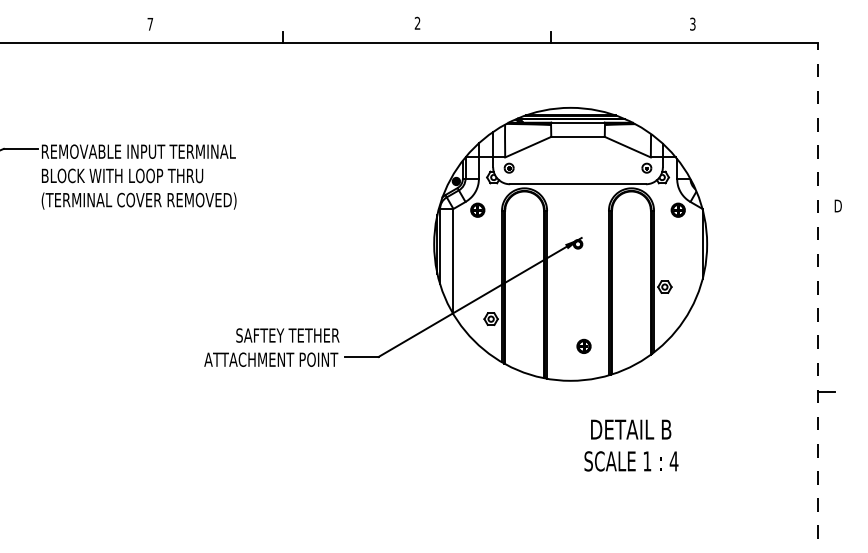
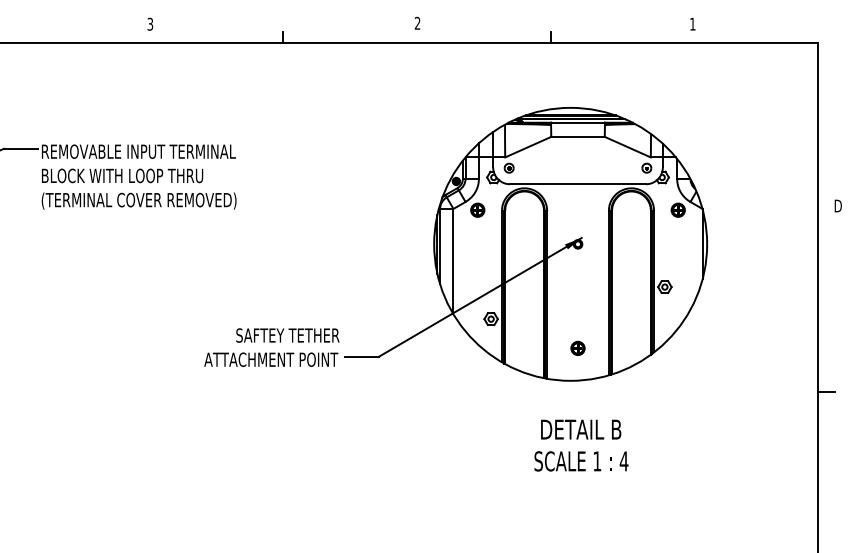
text at (150, 23): 7 -> 3
text at (692, 23): 3 -> 1
line at (817, 297): dashed -> solid
part at (583, 345) position: (583, 345) -> (577, 347)
text at (631, 445) position: (631, 445) -> (581, 445)
